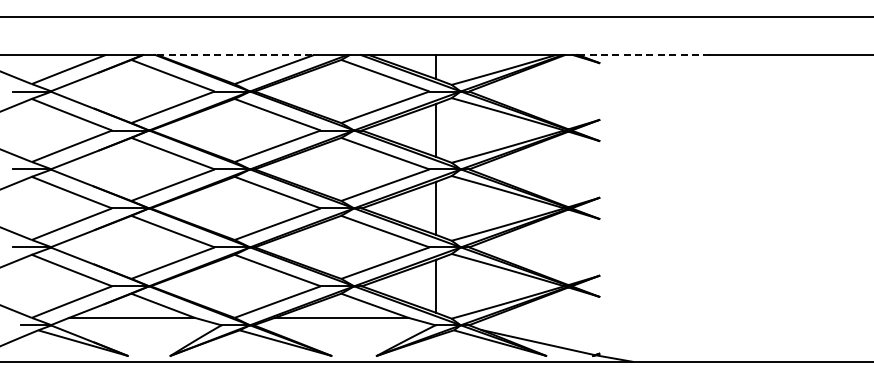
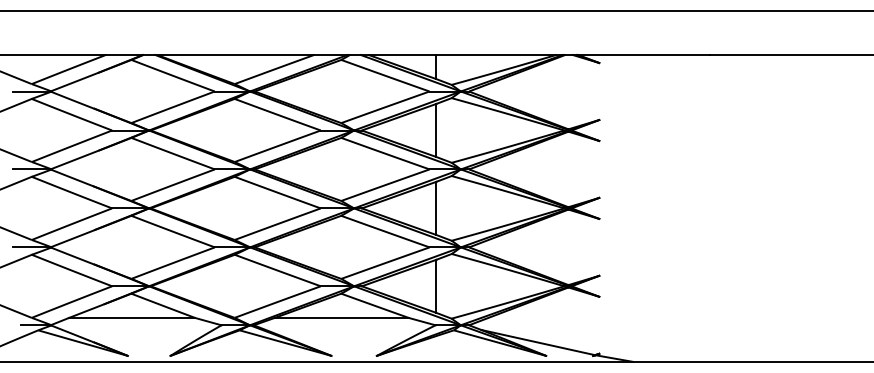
line at (436, 17) position: (436, 17) -> (436, 11)
line at (236, 55): dashed -> solid
line at (644, 55): dashed -> solid
